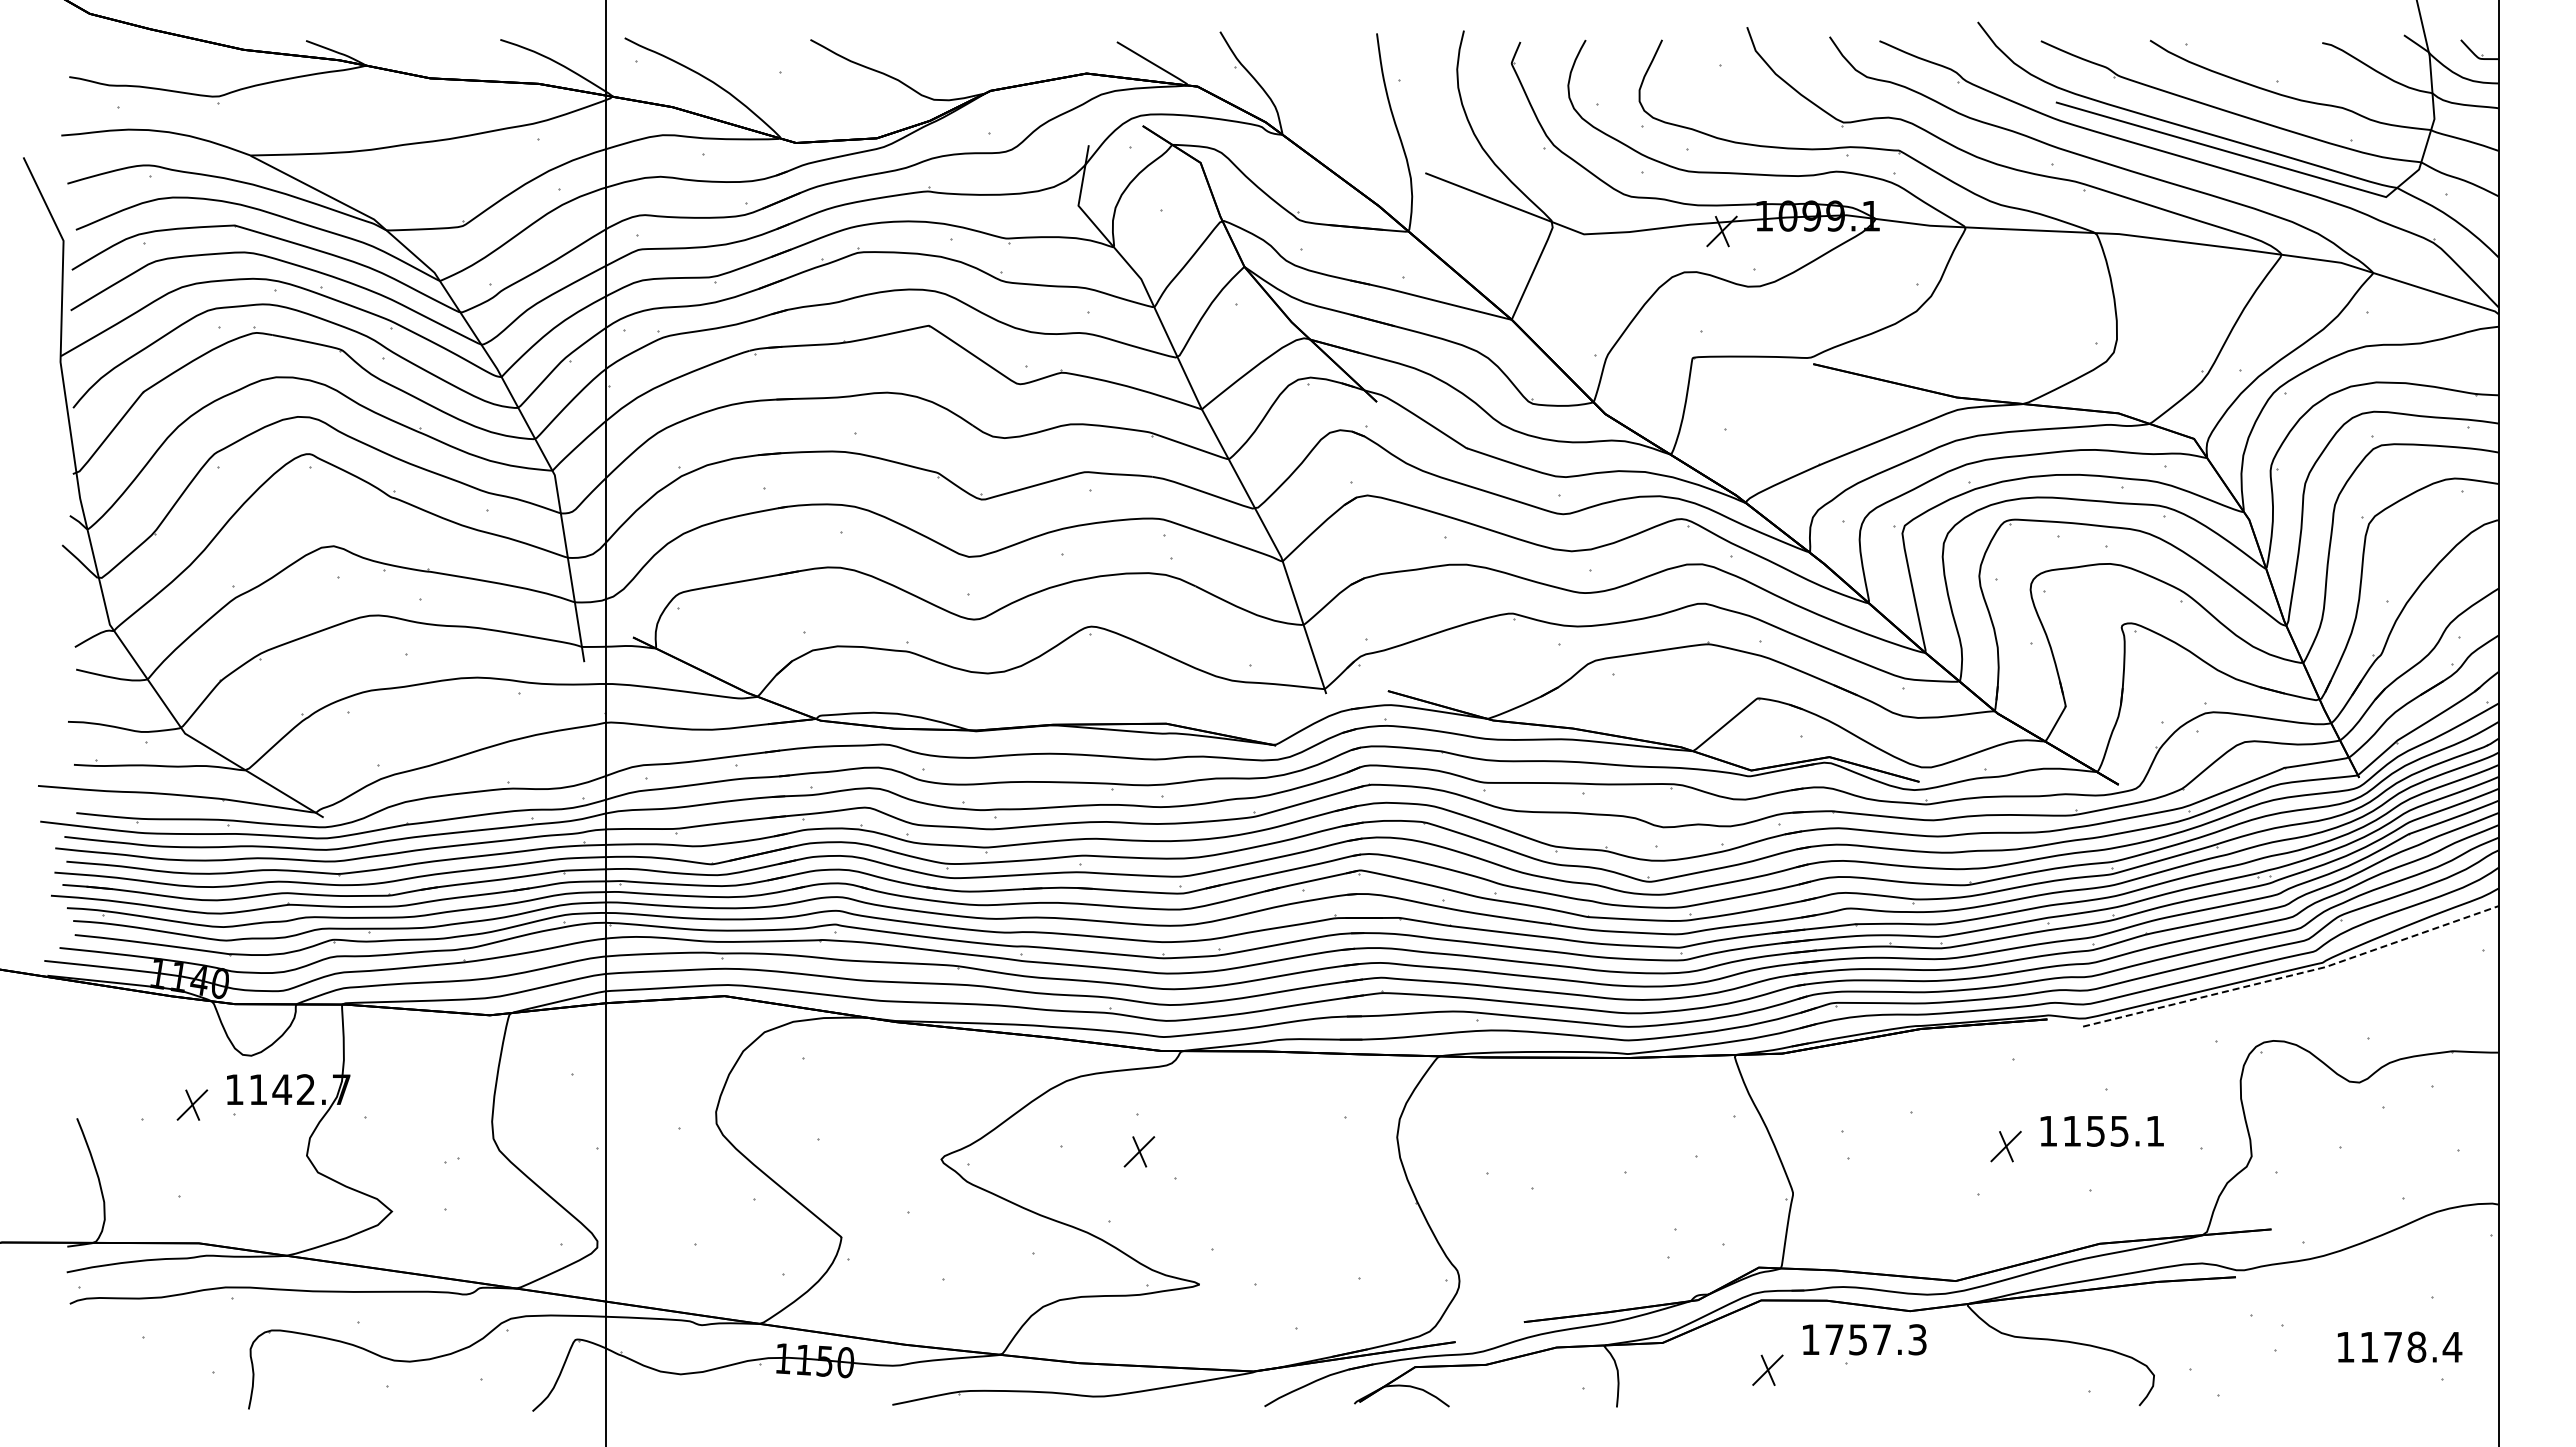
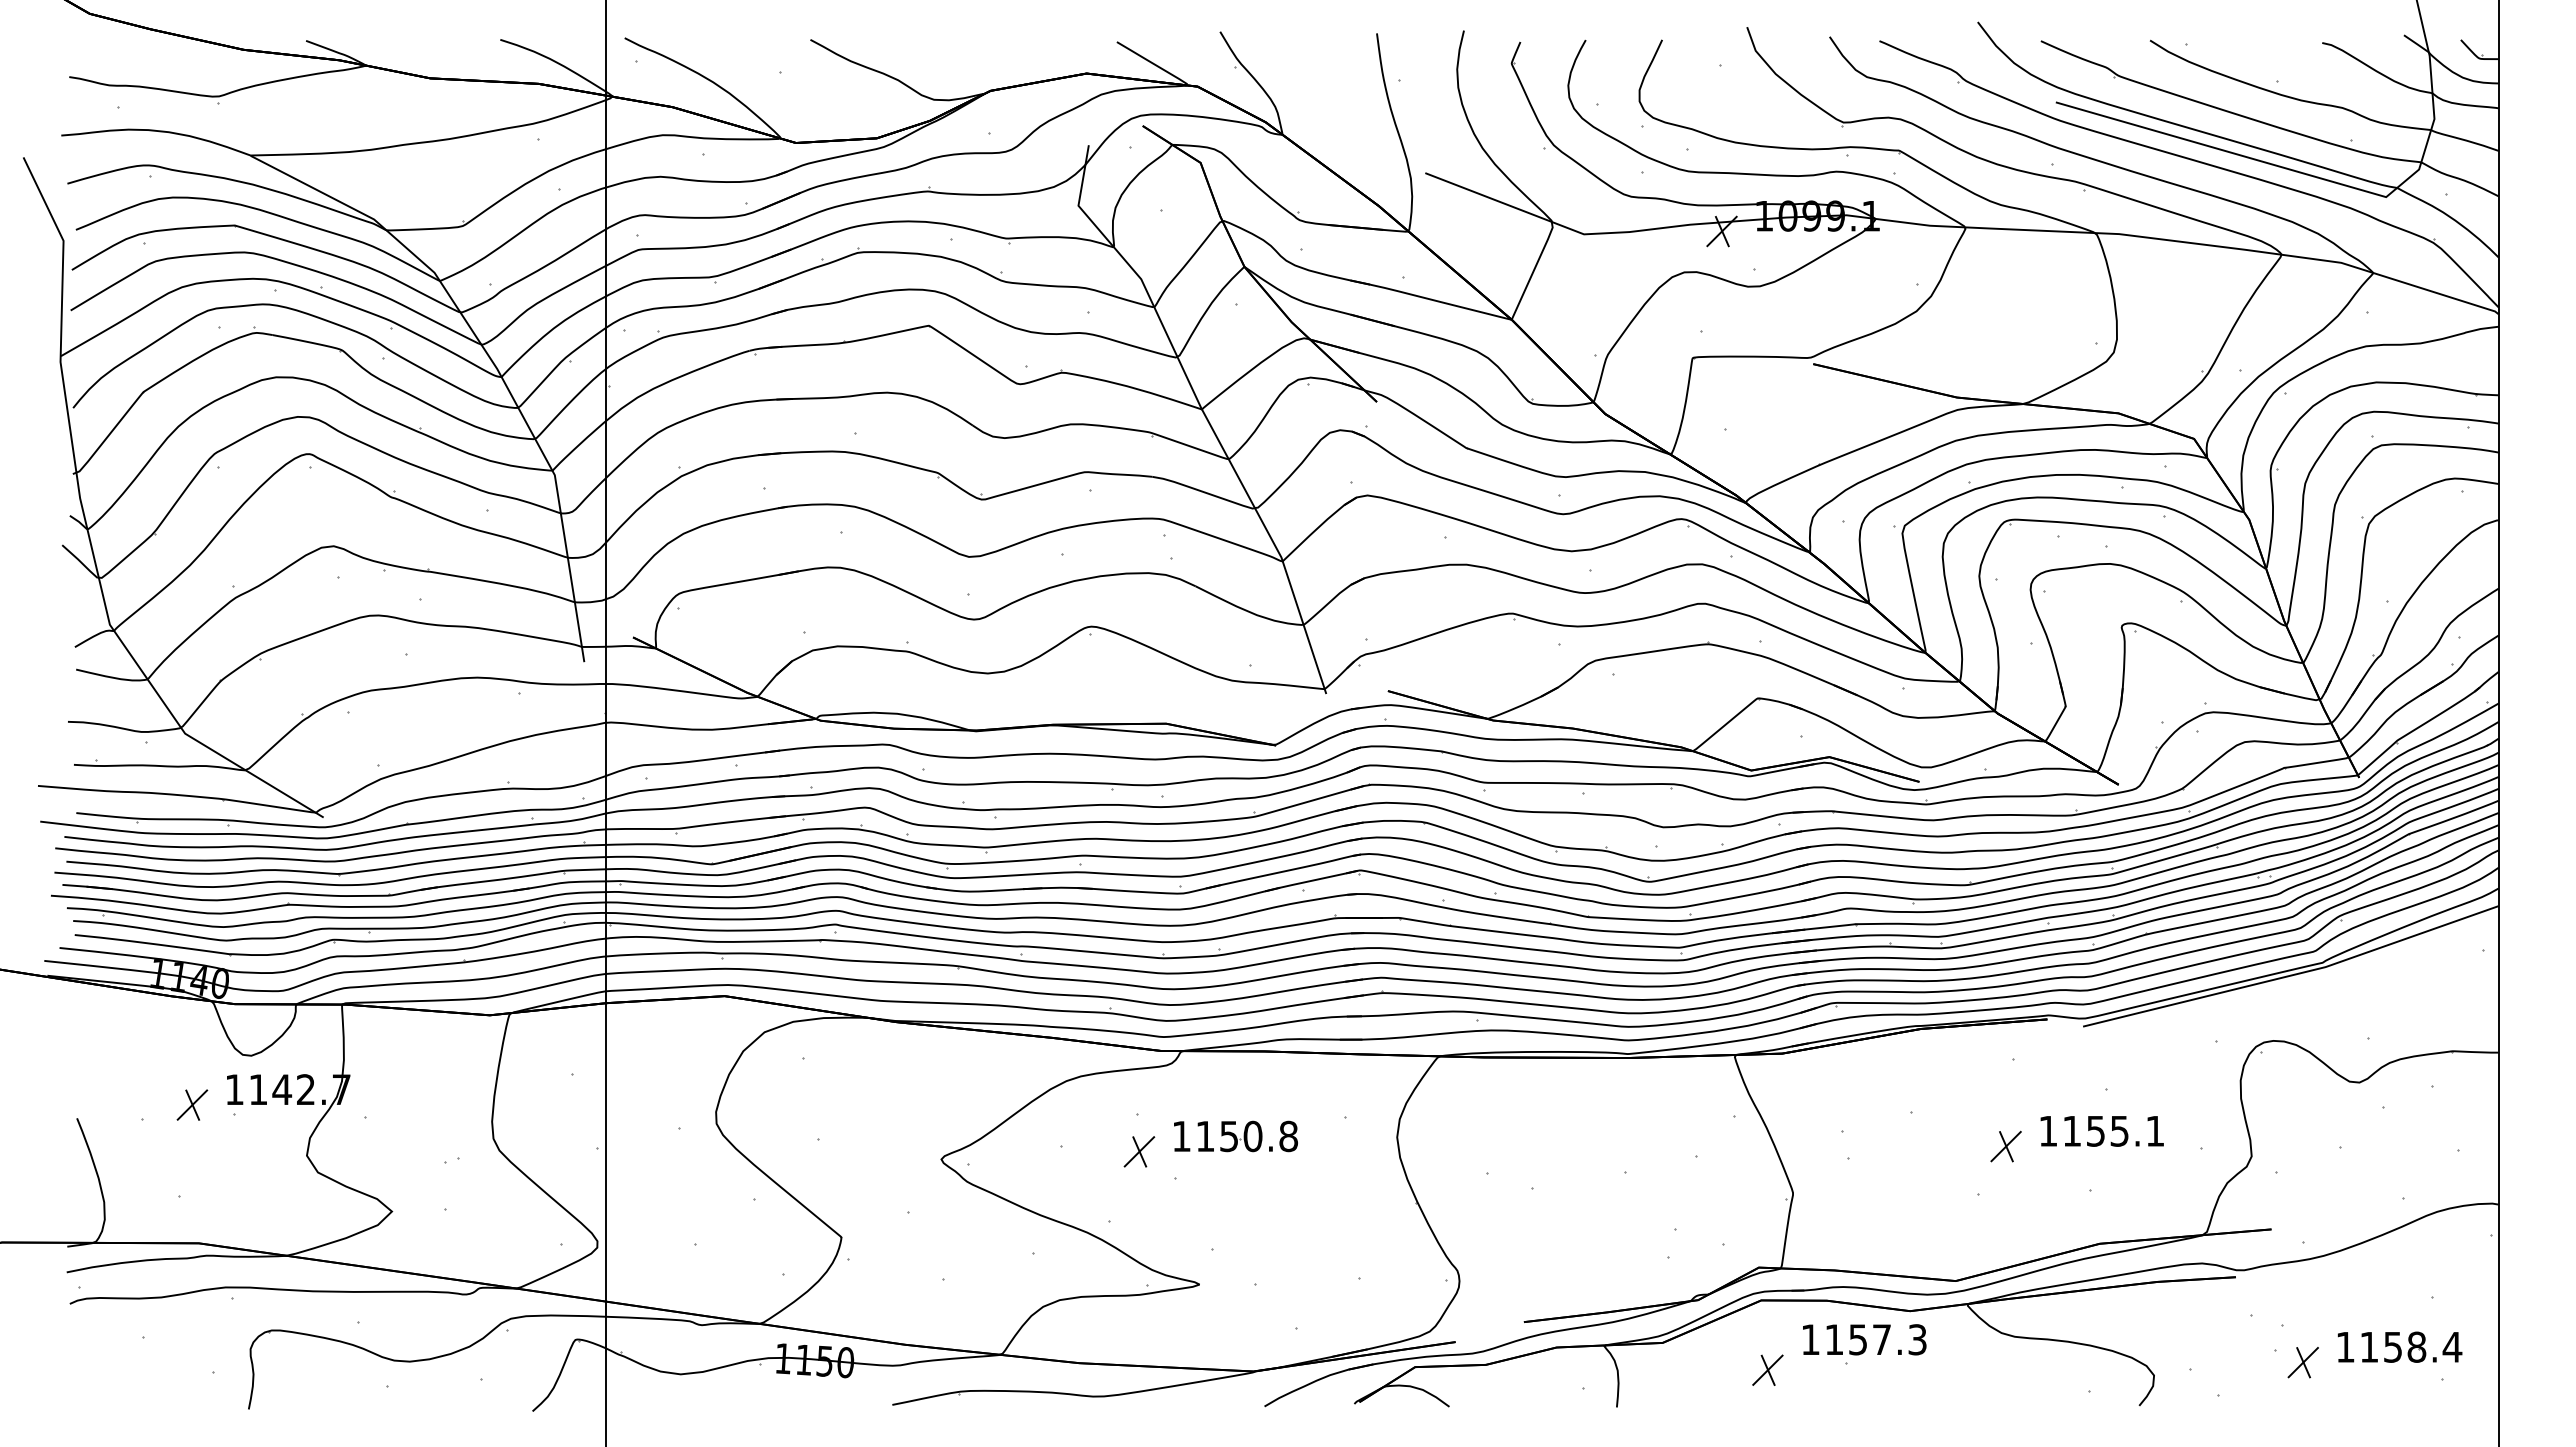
line at (2294, 974): dashed -> solid
part at (1235, 1136): none -> present
text at (1834, 1339): 1757.3 -> 1157.3
text at (2392, 1347): 1178.4 -> 1158.4
part at (2302, 1362): none -> present
